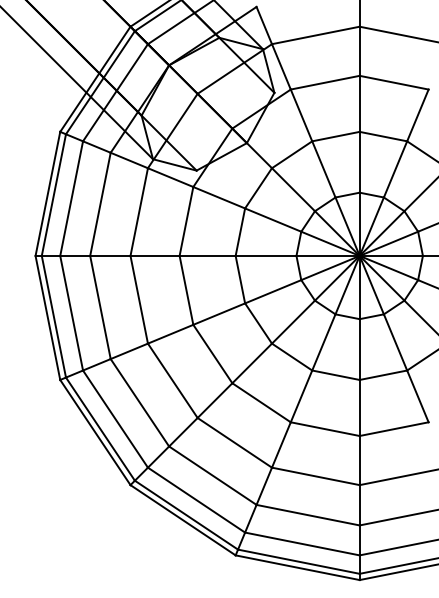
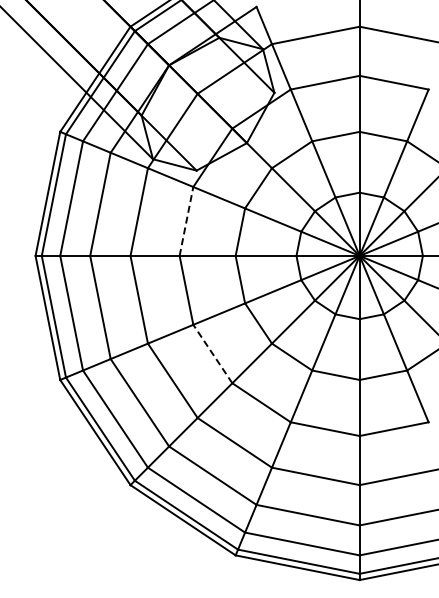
line at (186, 220): solid -> dashed
line at (212, 353): solid -> dashed
